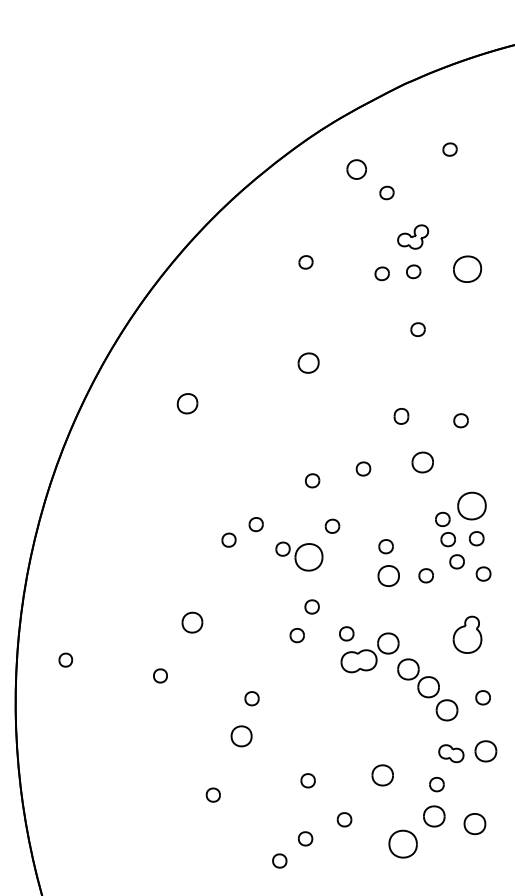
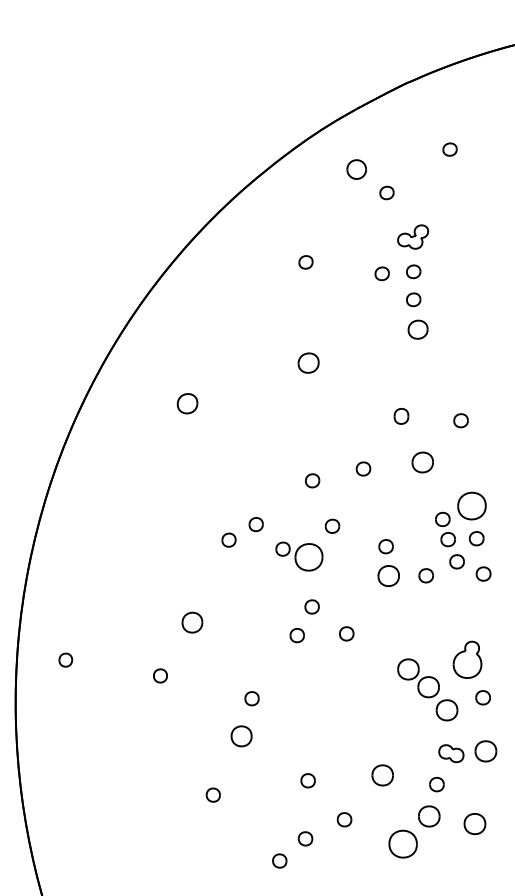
part at (467, 268): present -> none
part at (413, 299): none -> present
part at (417, 329) size: 16x15 px -> 22x21 px
part at (467, 634) position: (467, 634) -> (467, 659)
part at (369, 652): present -> none
part at (434, 816) position: (434, 816) -> (429, 816)
